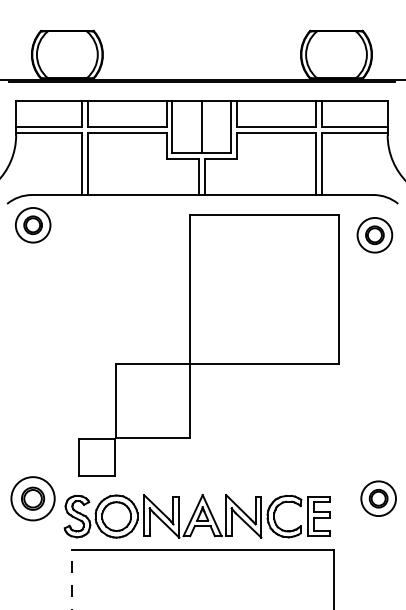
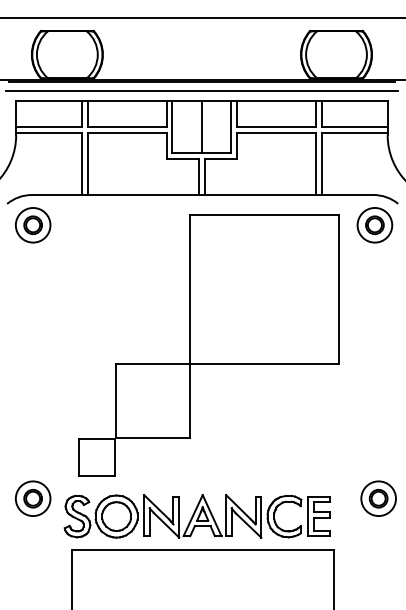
line at (202, 18): none -> present
line at (201, 91): none -> present
part at (374, 235) position: (374, 235) -> (374, 225)
part at (32, 498) size: 46x46 px -> 37x37 px
line at (71, 579): dashed -> solid
